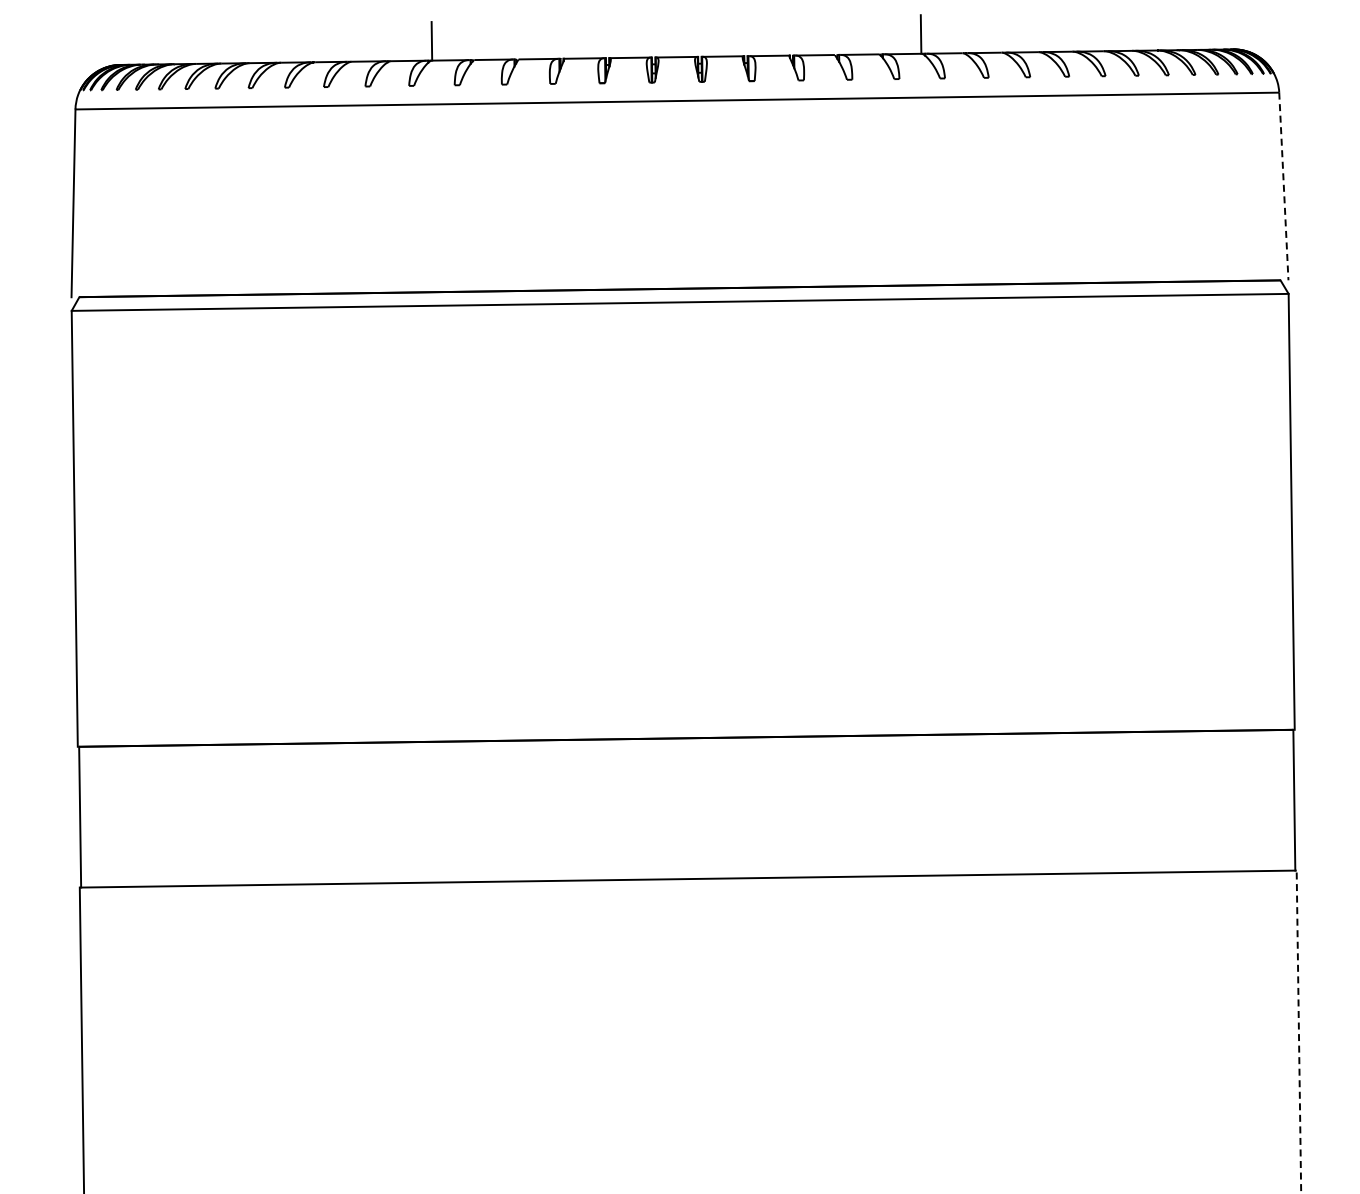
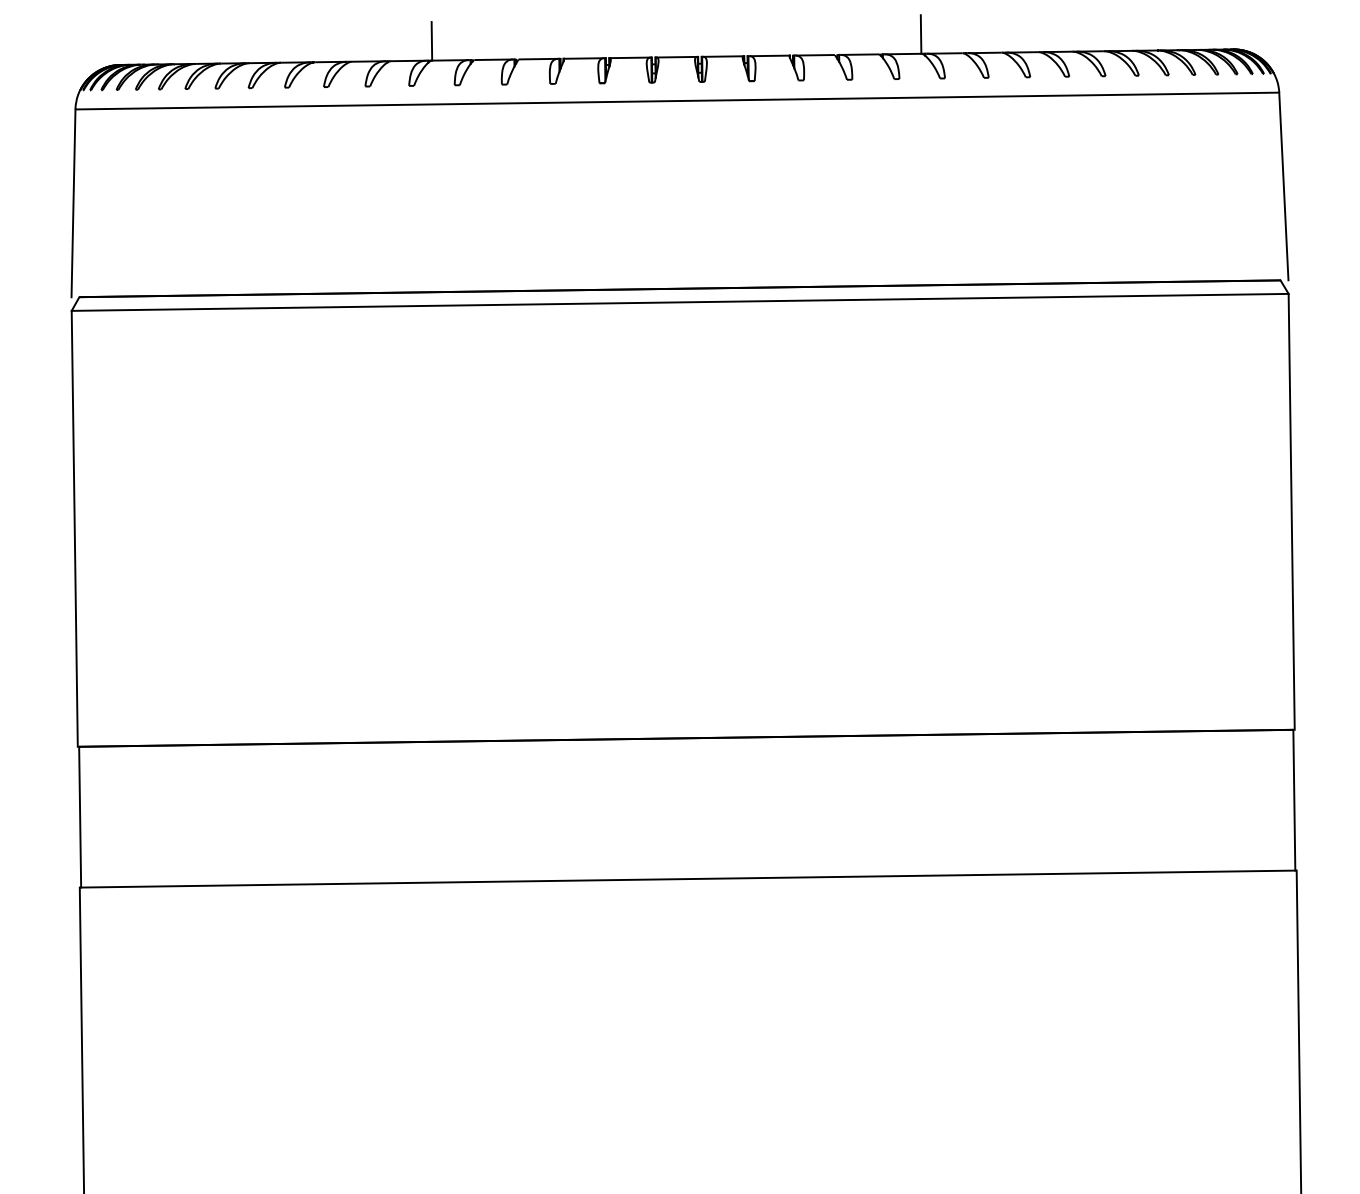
line at (1283, 186): dashed -> solid
line at (1298, 1031): dashed -> solid
